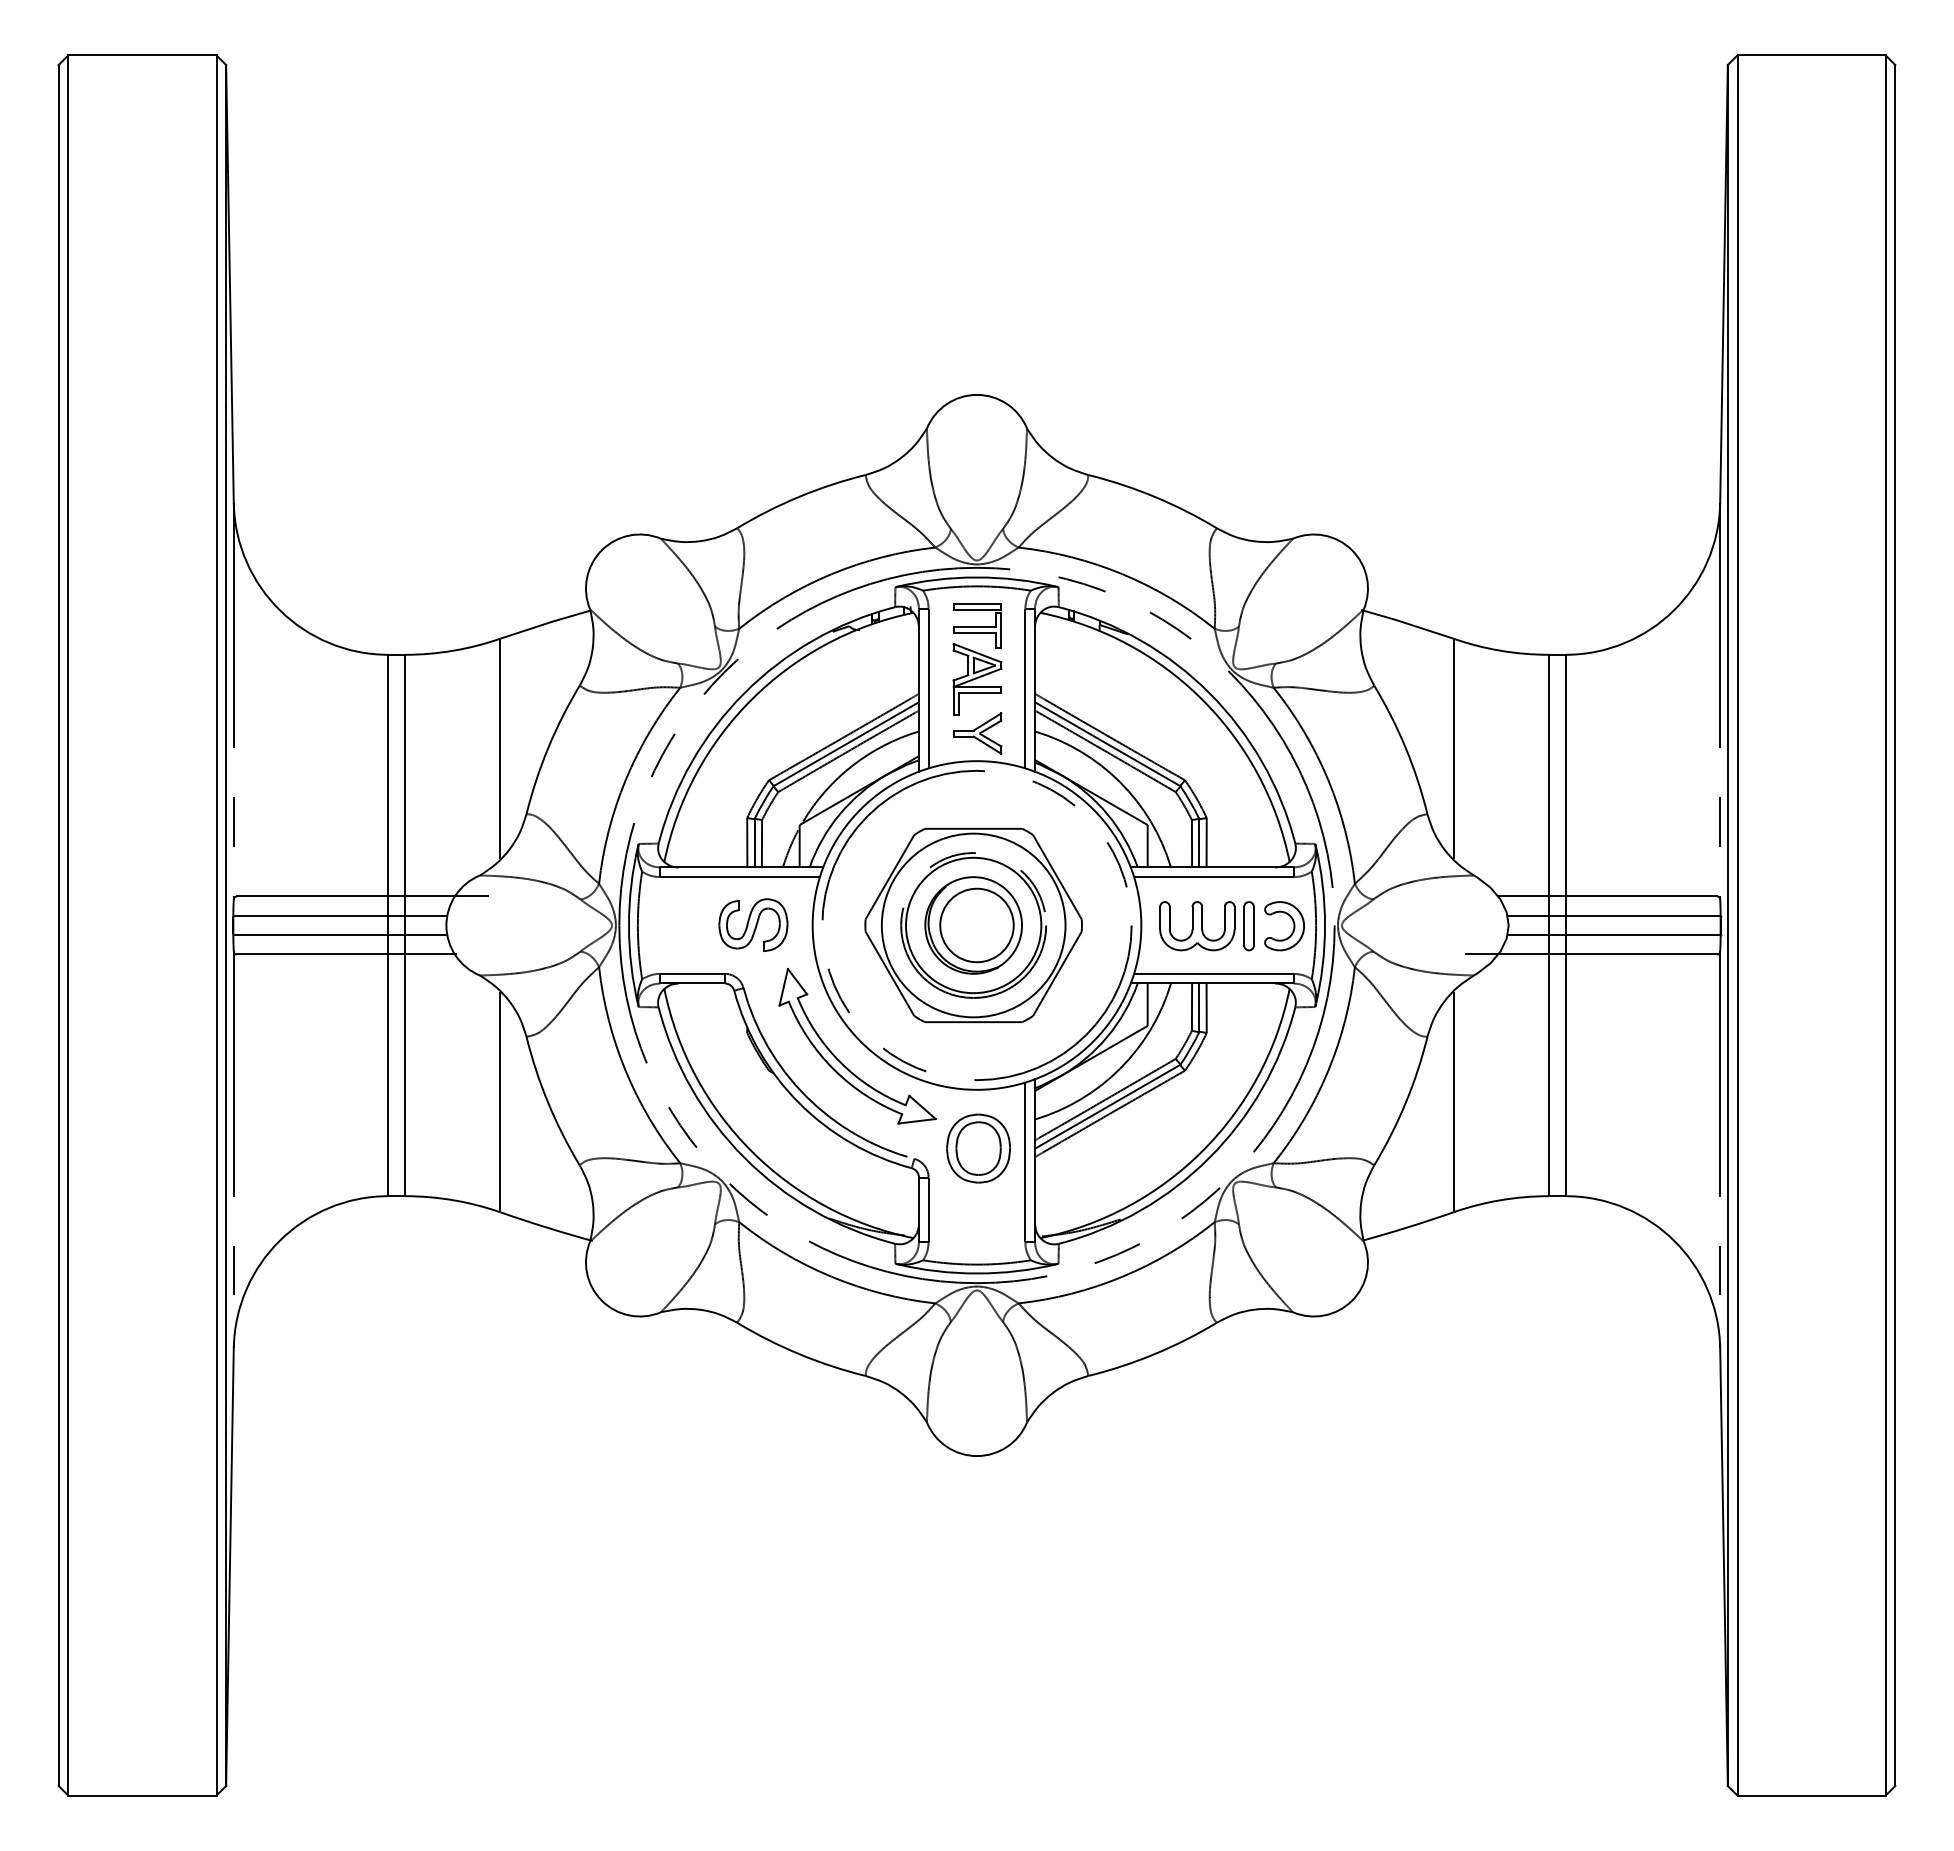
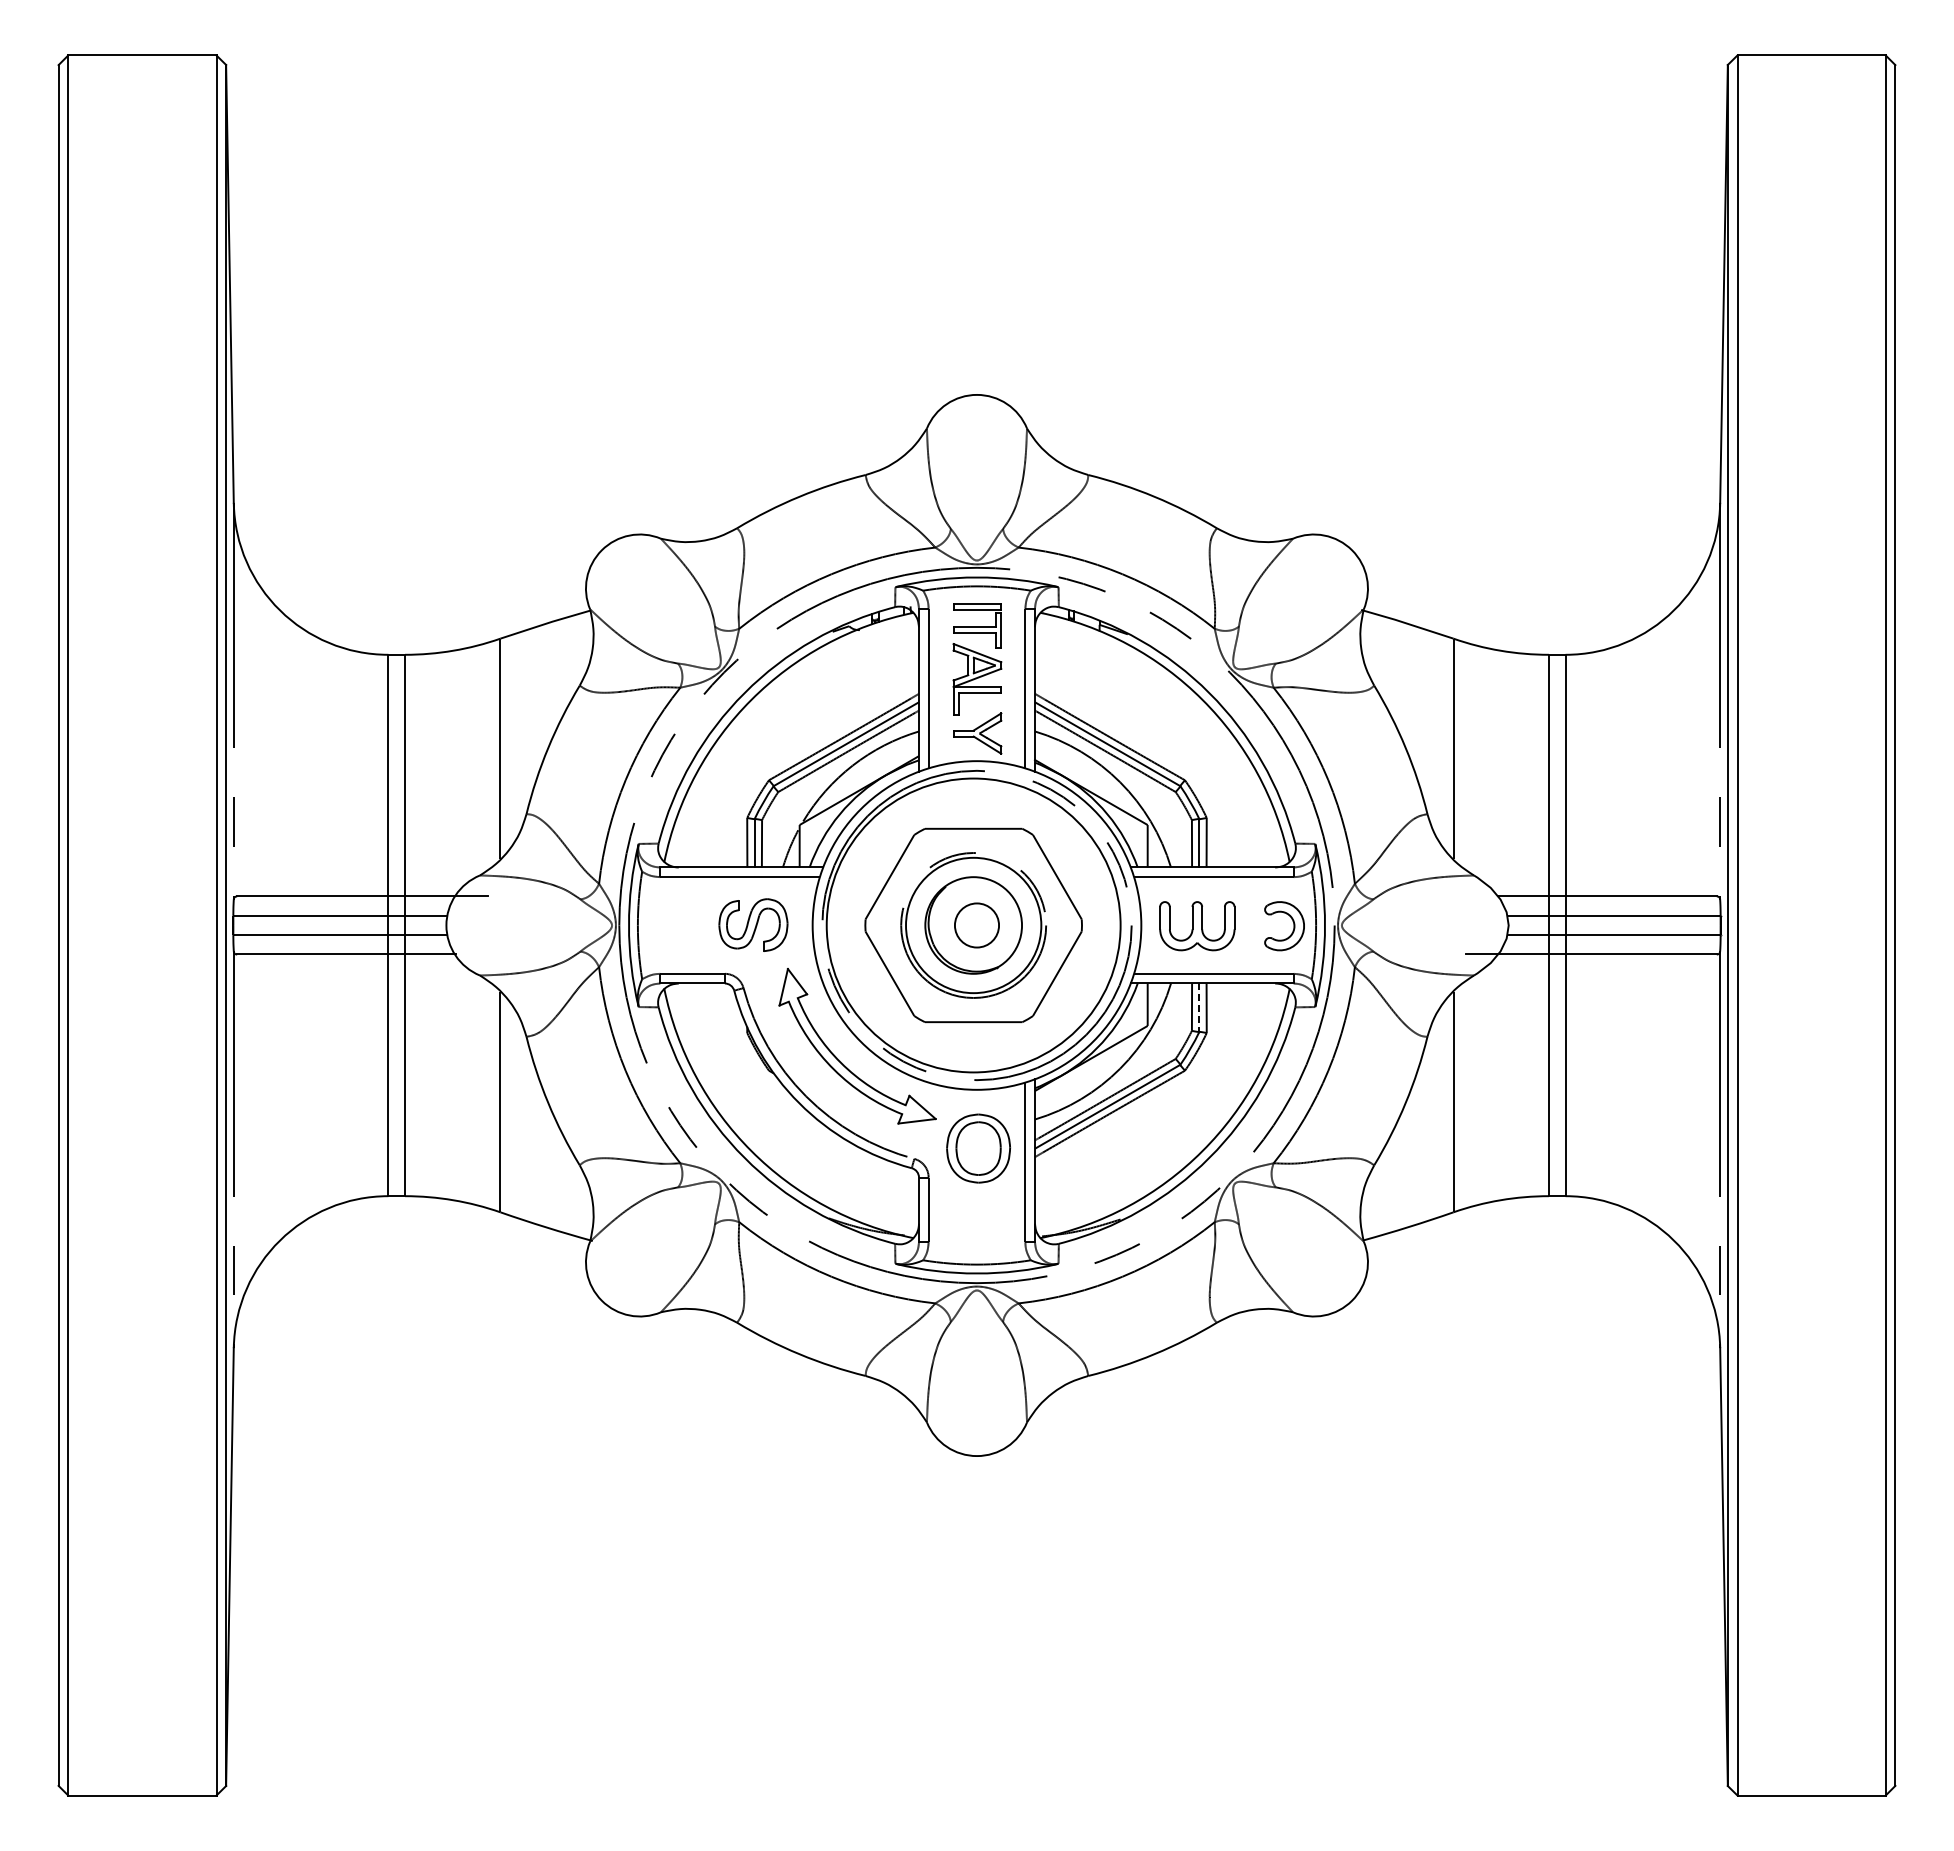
circle at (973, 925) diameter: 184 px -> 294 px
circle at (976, 925) diameter: 73 px -> 44 px
part at (1248, 926): present -> none
line at (1199, 1008): solid -> dashed
